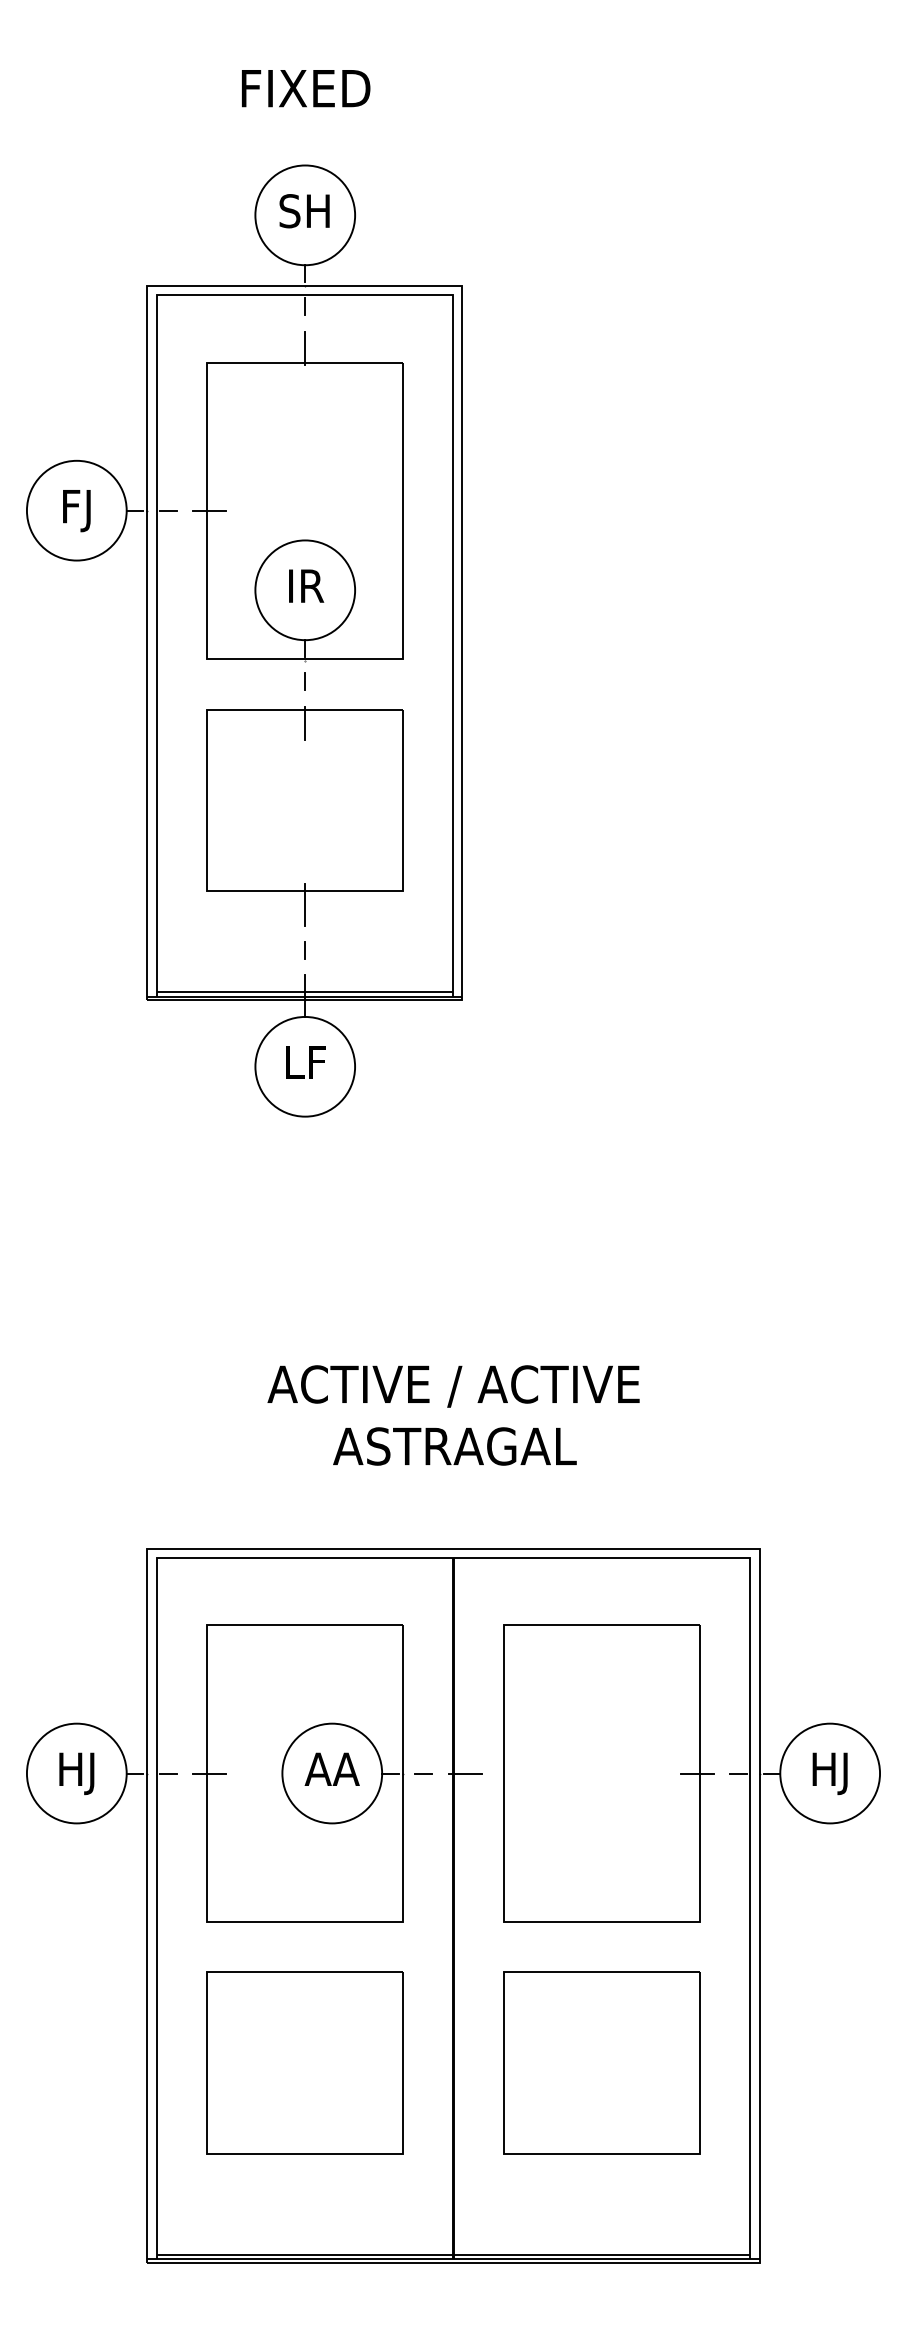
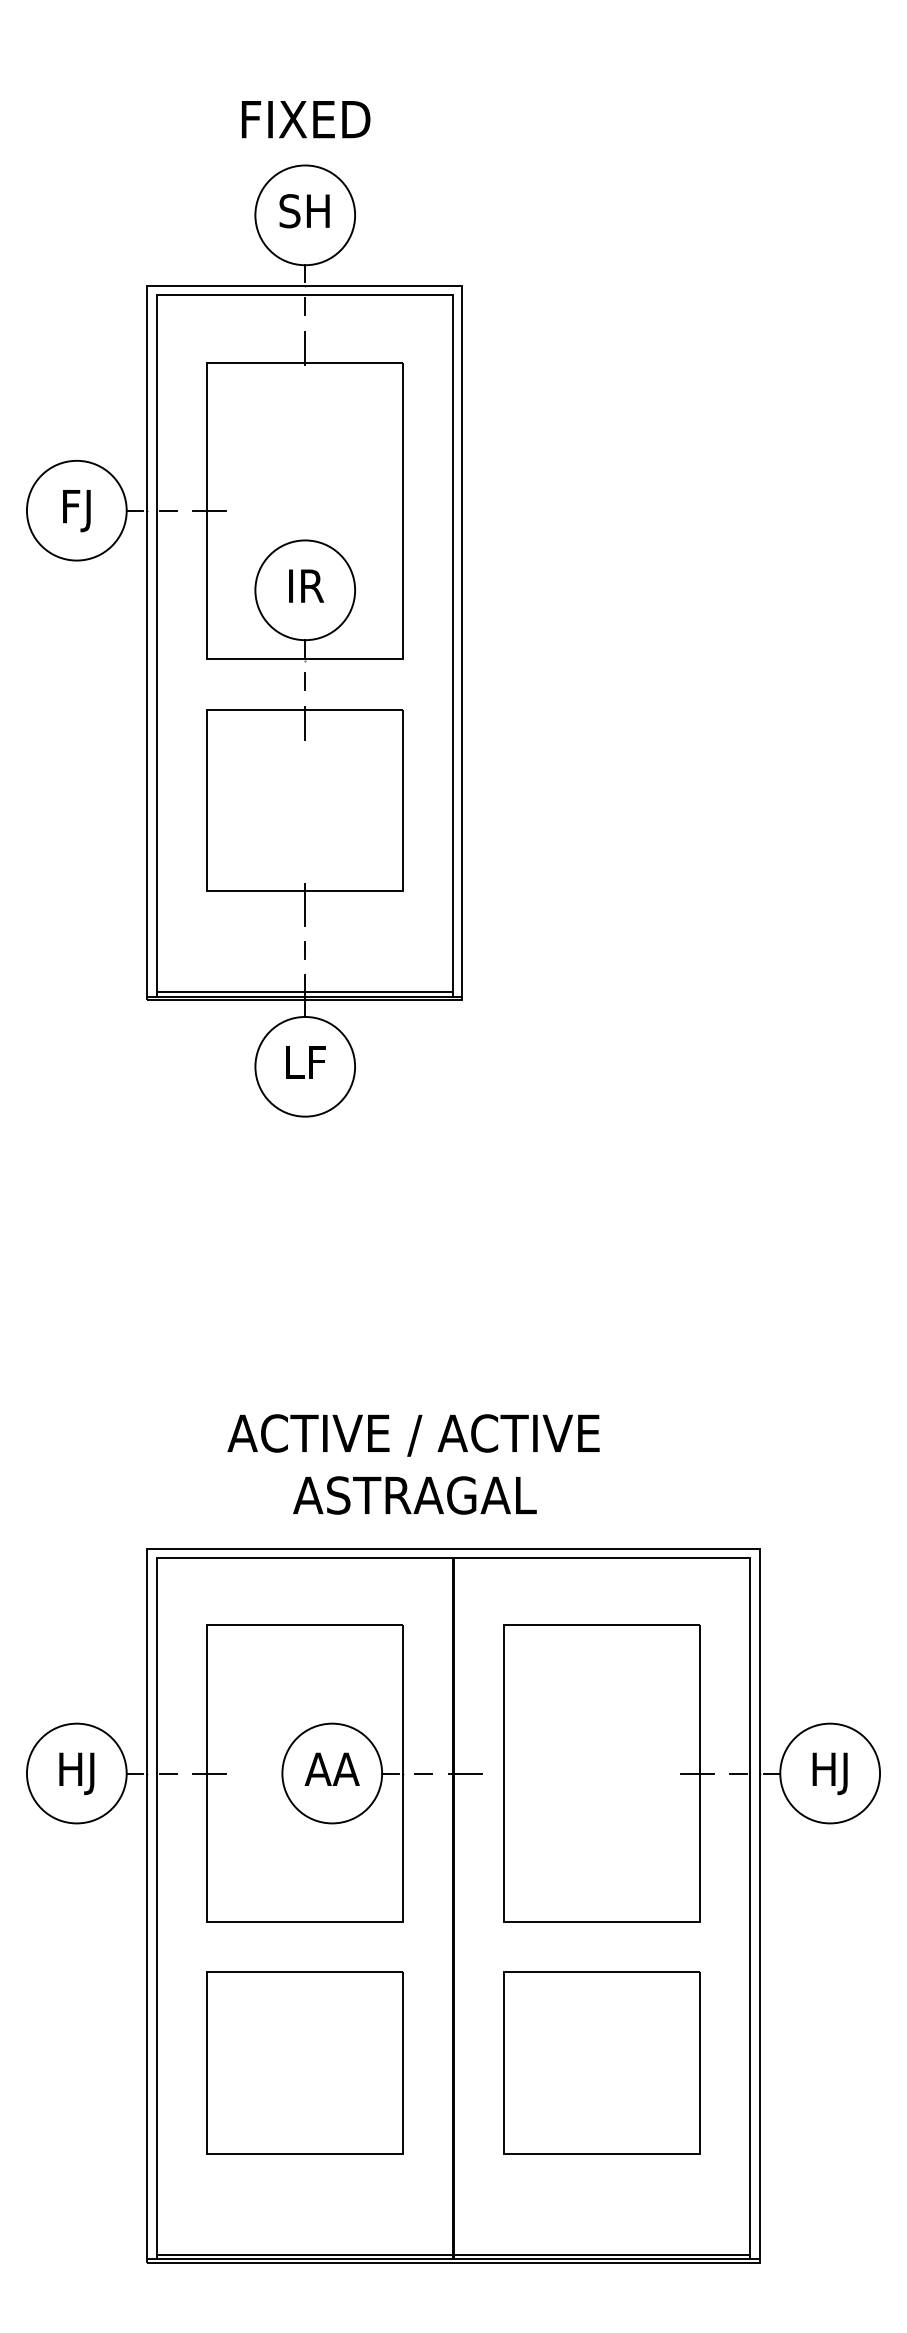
text at (306, 88) position: (306, 88) -> (306, 119)
text at (453, 1415) position: (453, 1415) -> (413, 1464)
